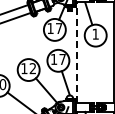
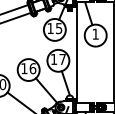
text at (59, 28): 17 -> 15
line at (77, 52): dashed -> solid
text at (32, 68): 12 -> 16
